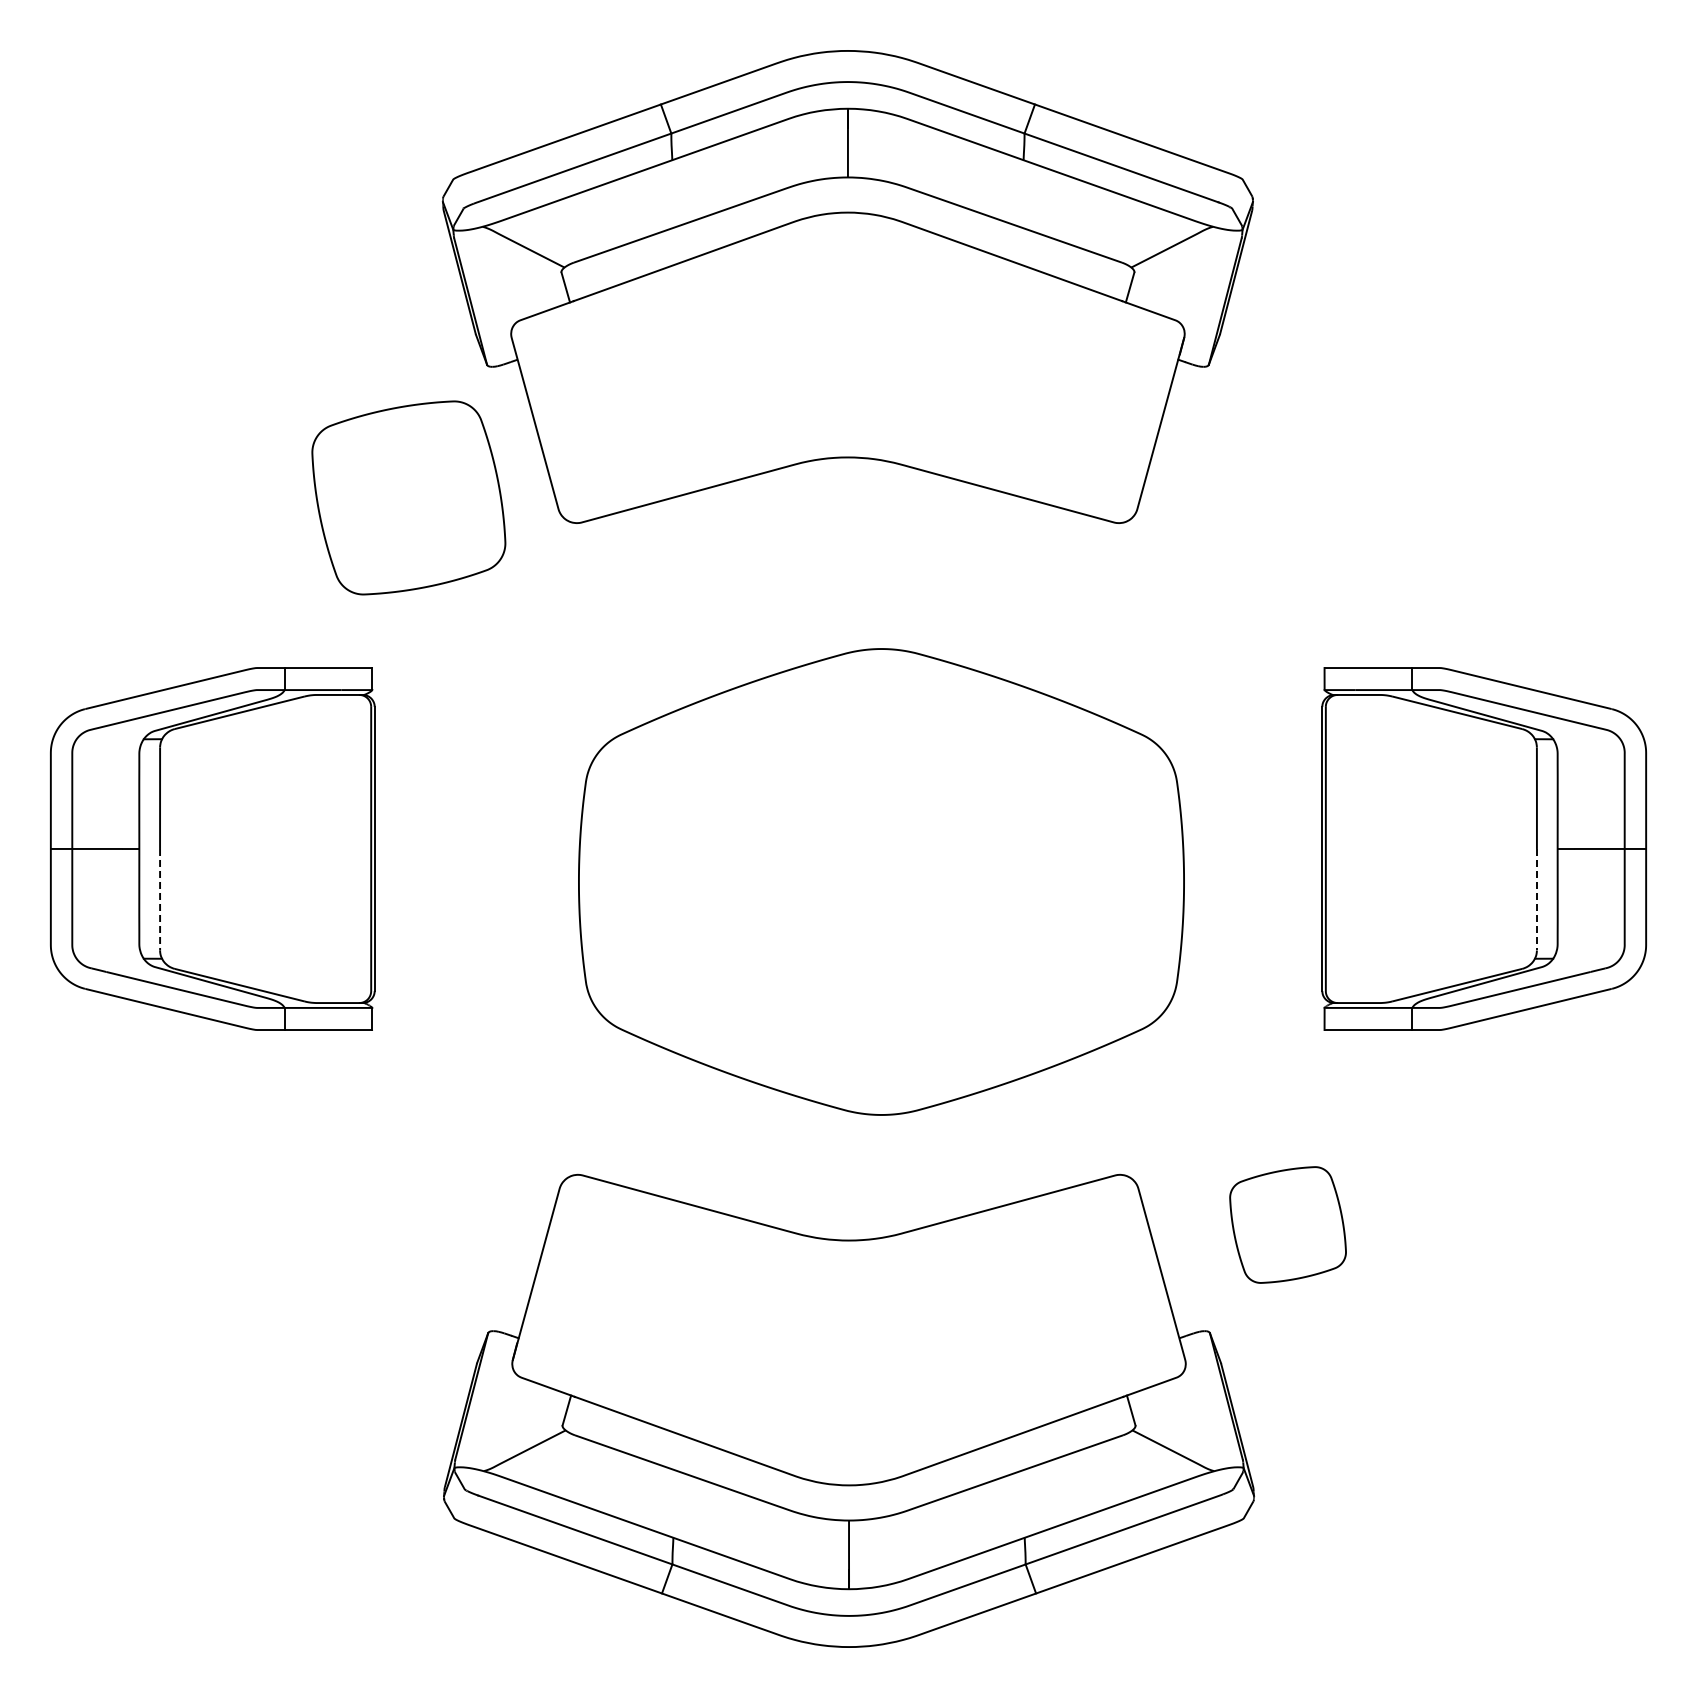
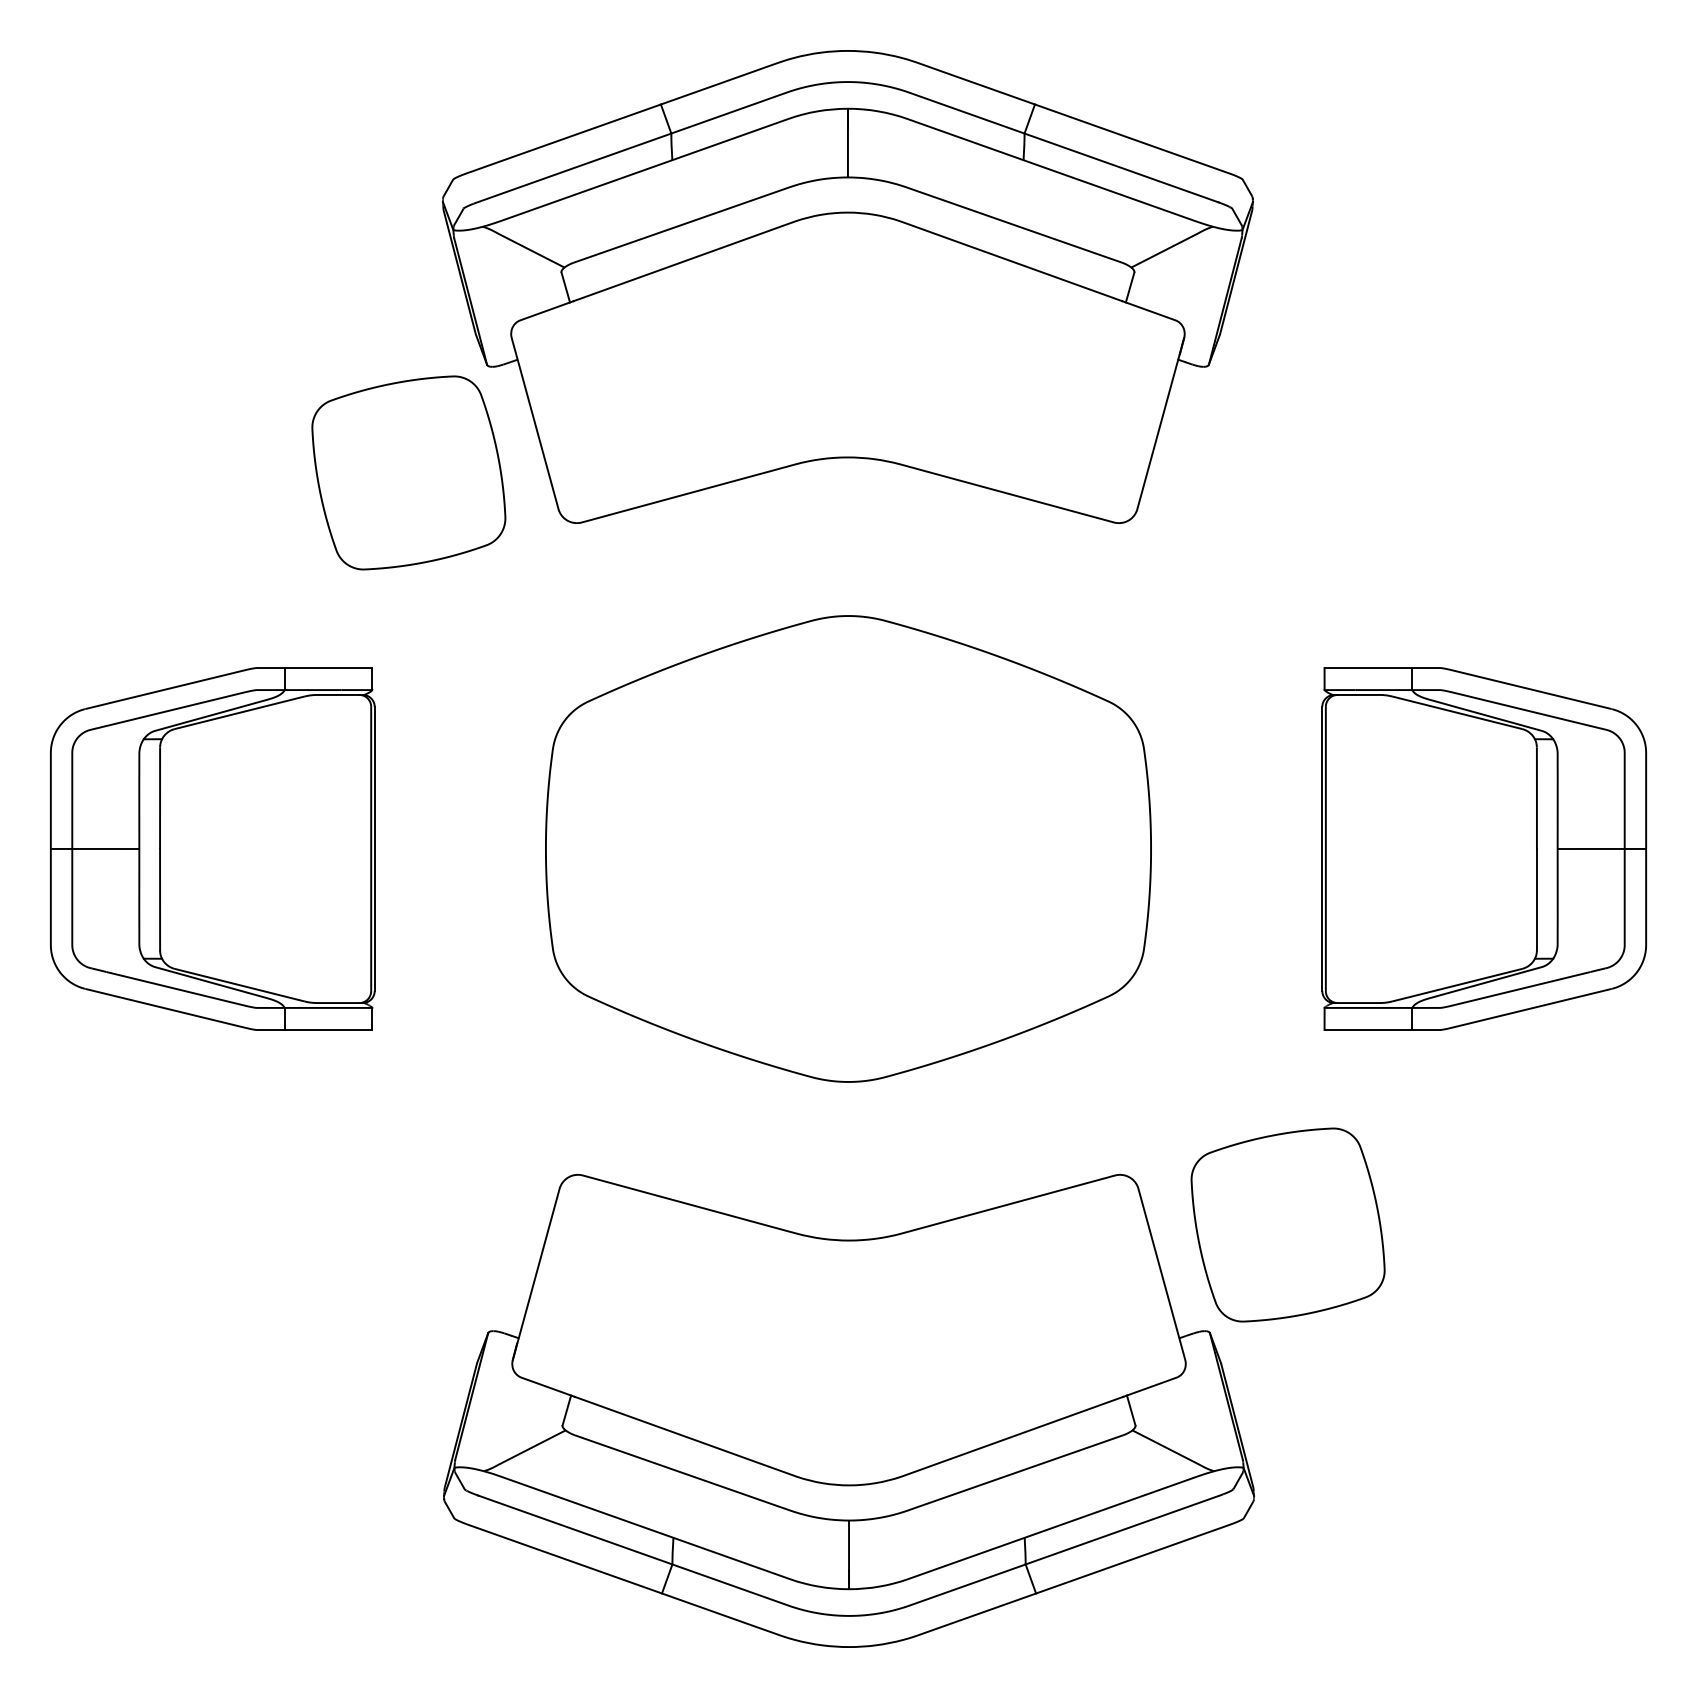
part at (408, 497) position: (408, 497) -> (408, 472)
part at (881, 881) position: (881, 881) -> (848, 848)
line at (160, 899): dashed -> solid
line at (1536, 899): dashed -> solid
part at (1287, 1224) size: 118x118 px -> 196x196 px
